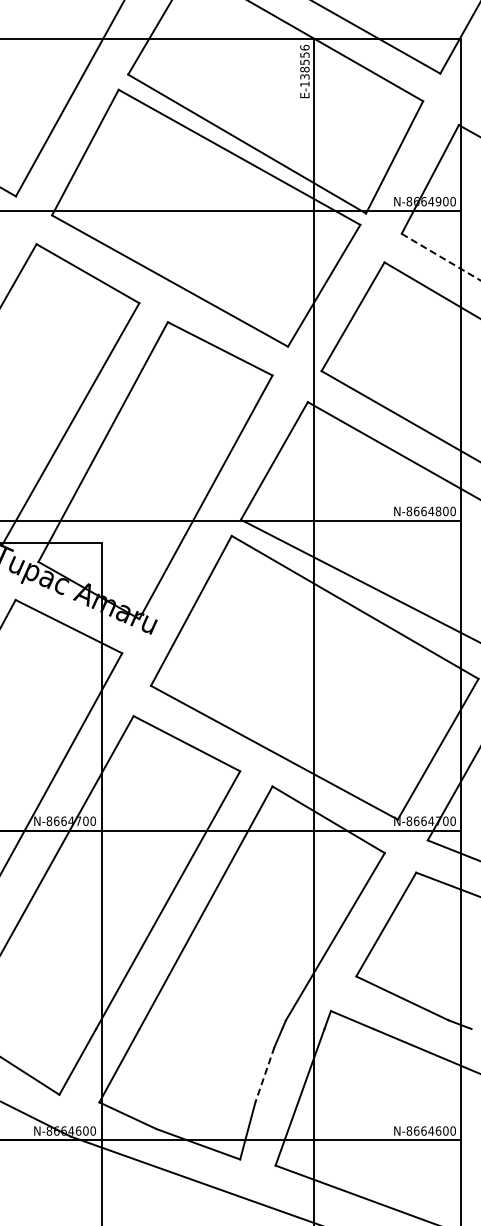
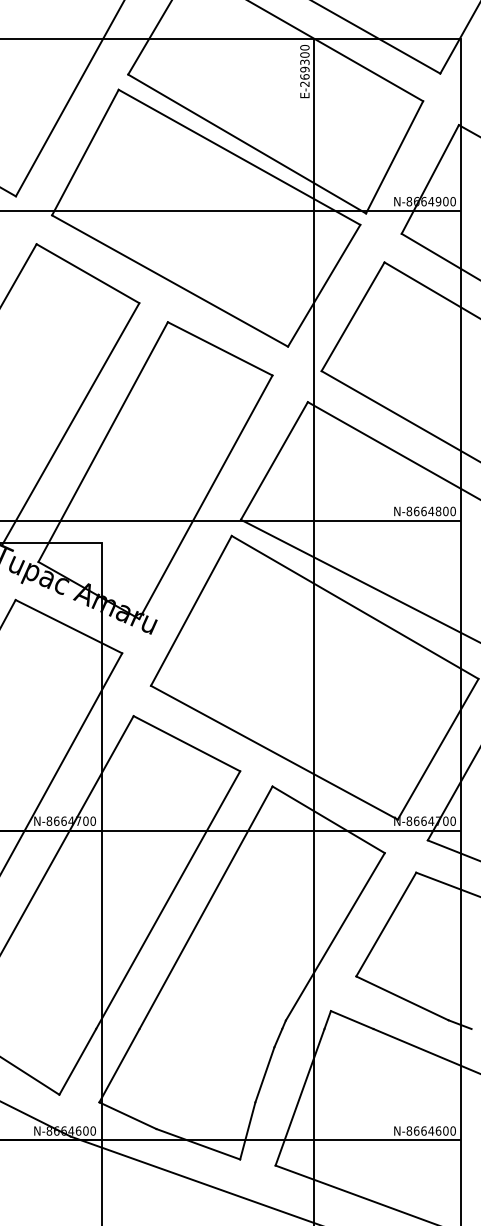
text at (304, 65): E-138556 -> E-269300
line at (441, 257): dashed -> solid
line at (264, 1075): dashed -> solid
